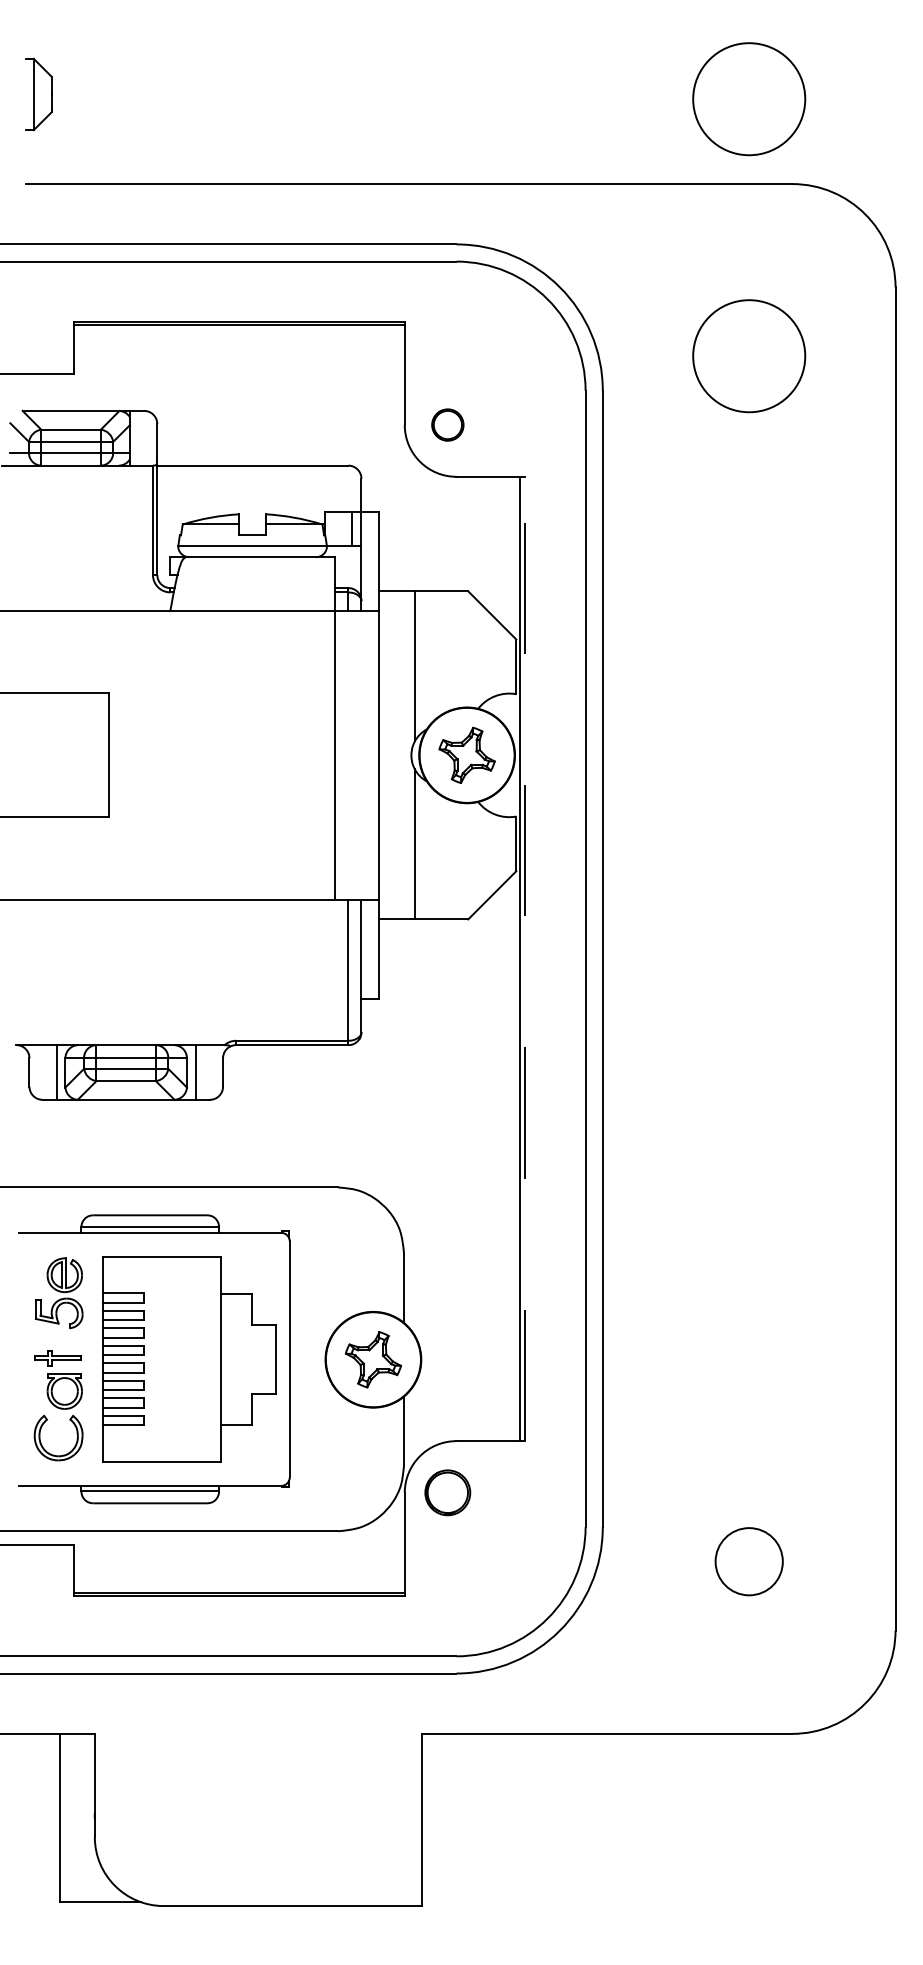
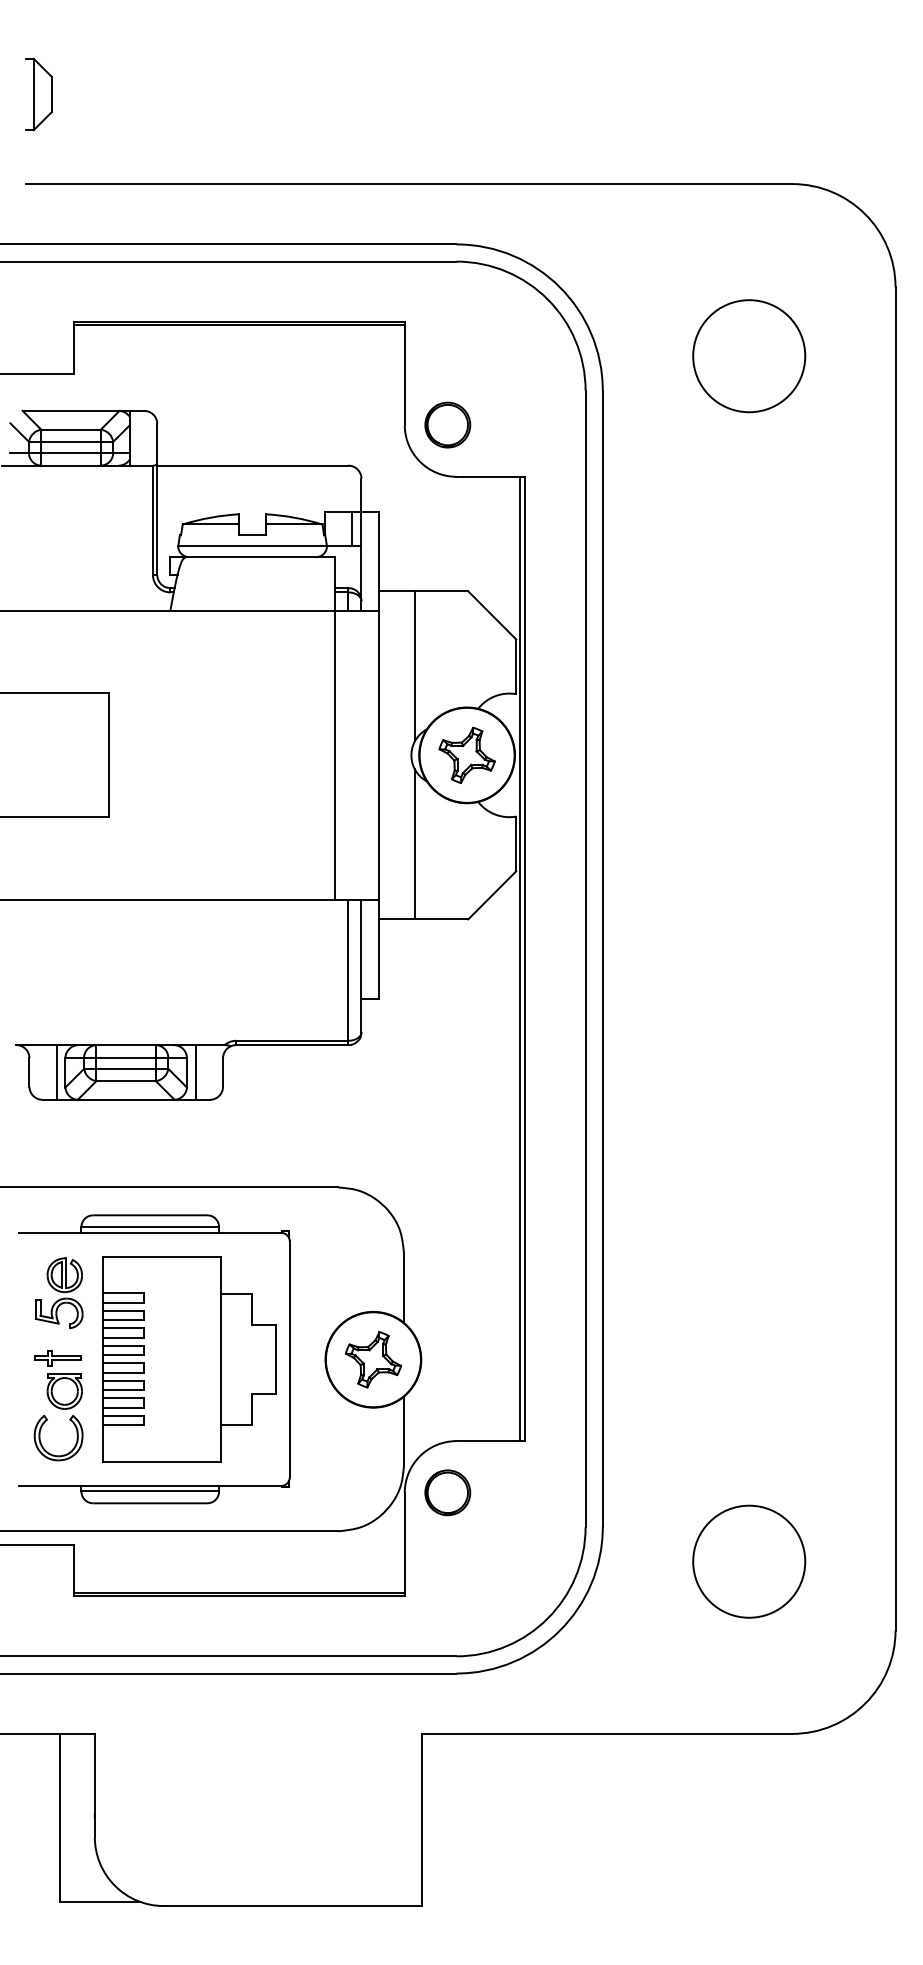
circle at (749, 99): present -> none
part at (447, 424) size: 34x34 px -> 48x48 px
line at (525, 958): dashed -> solid
circle at (748, 1561) diameter: 67 px -> 112 px
